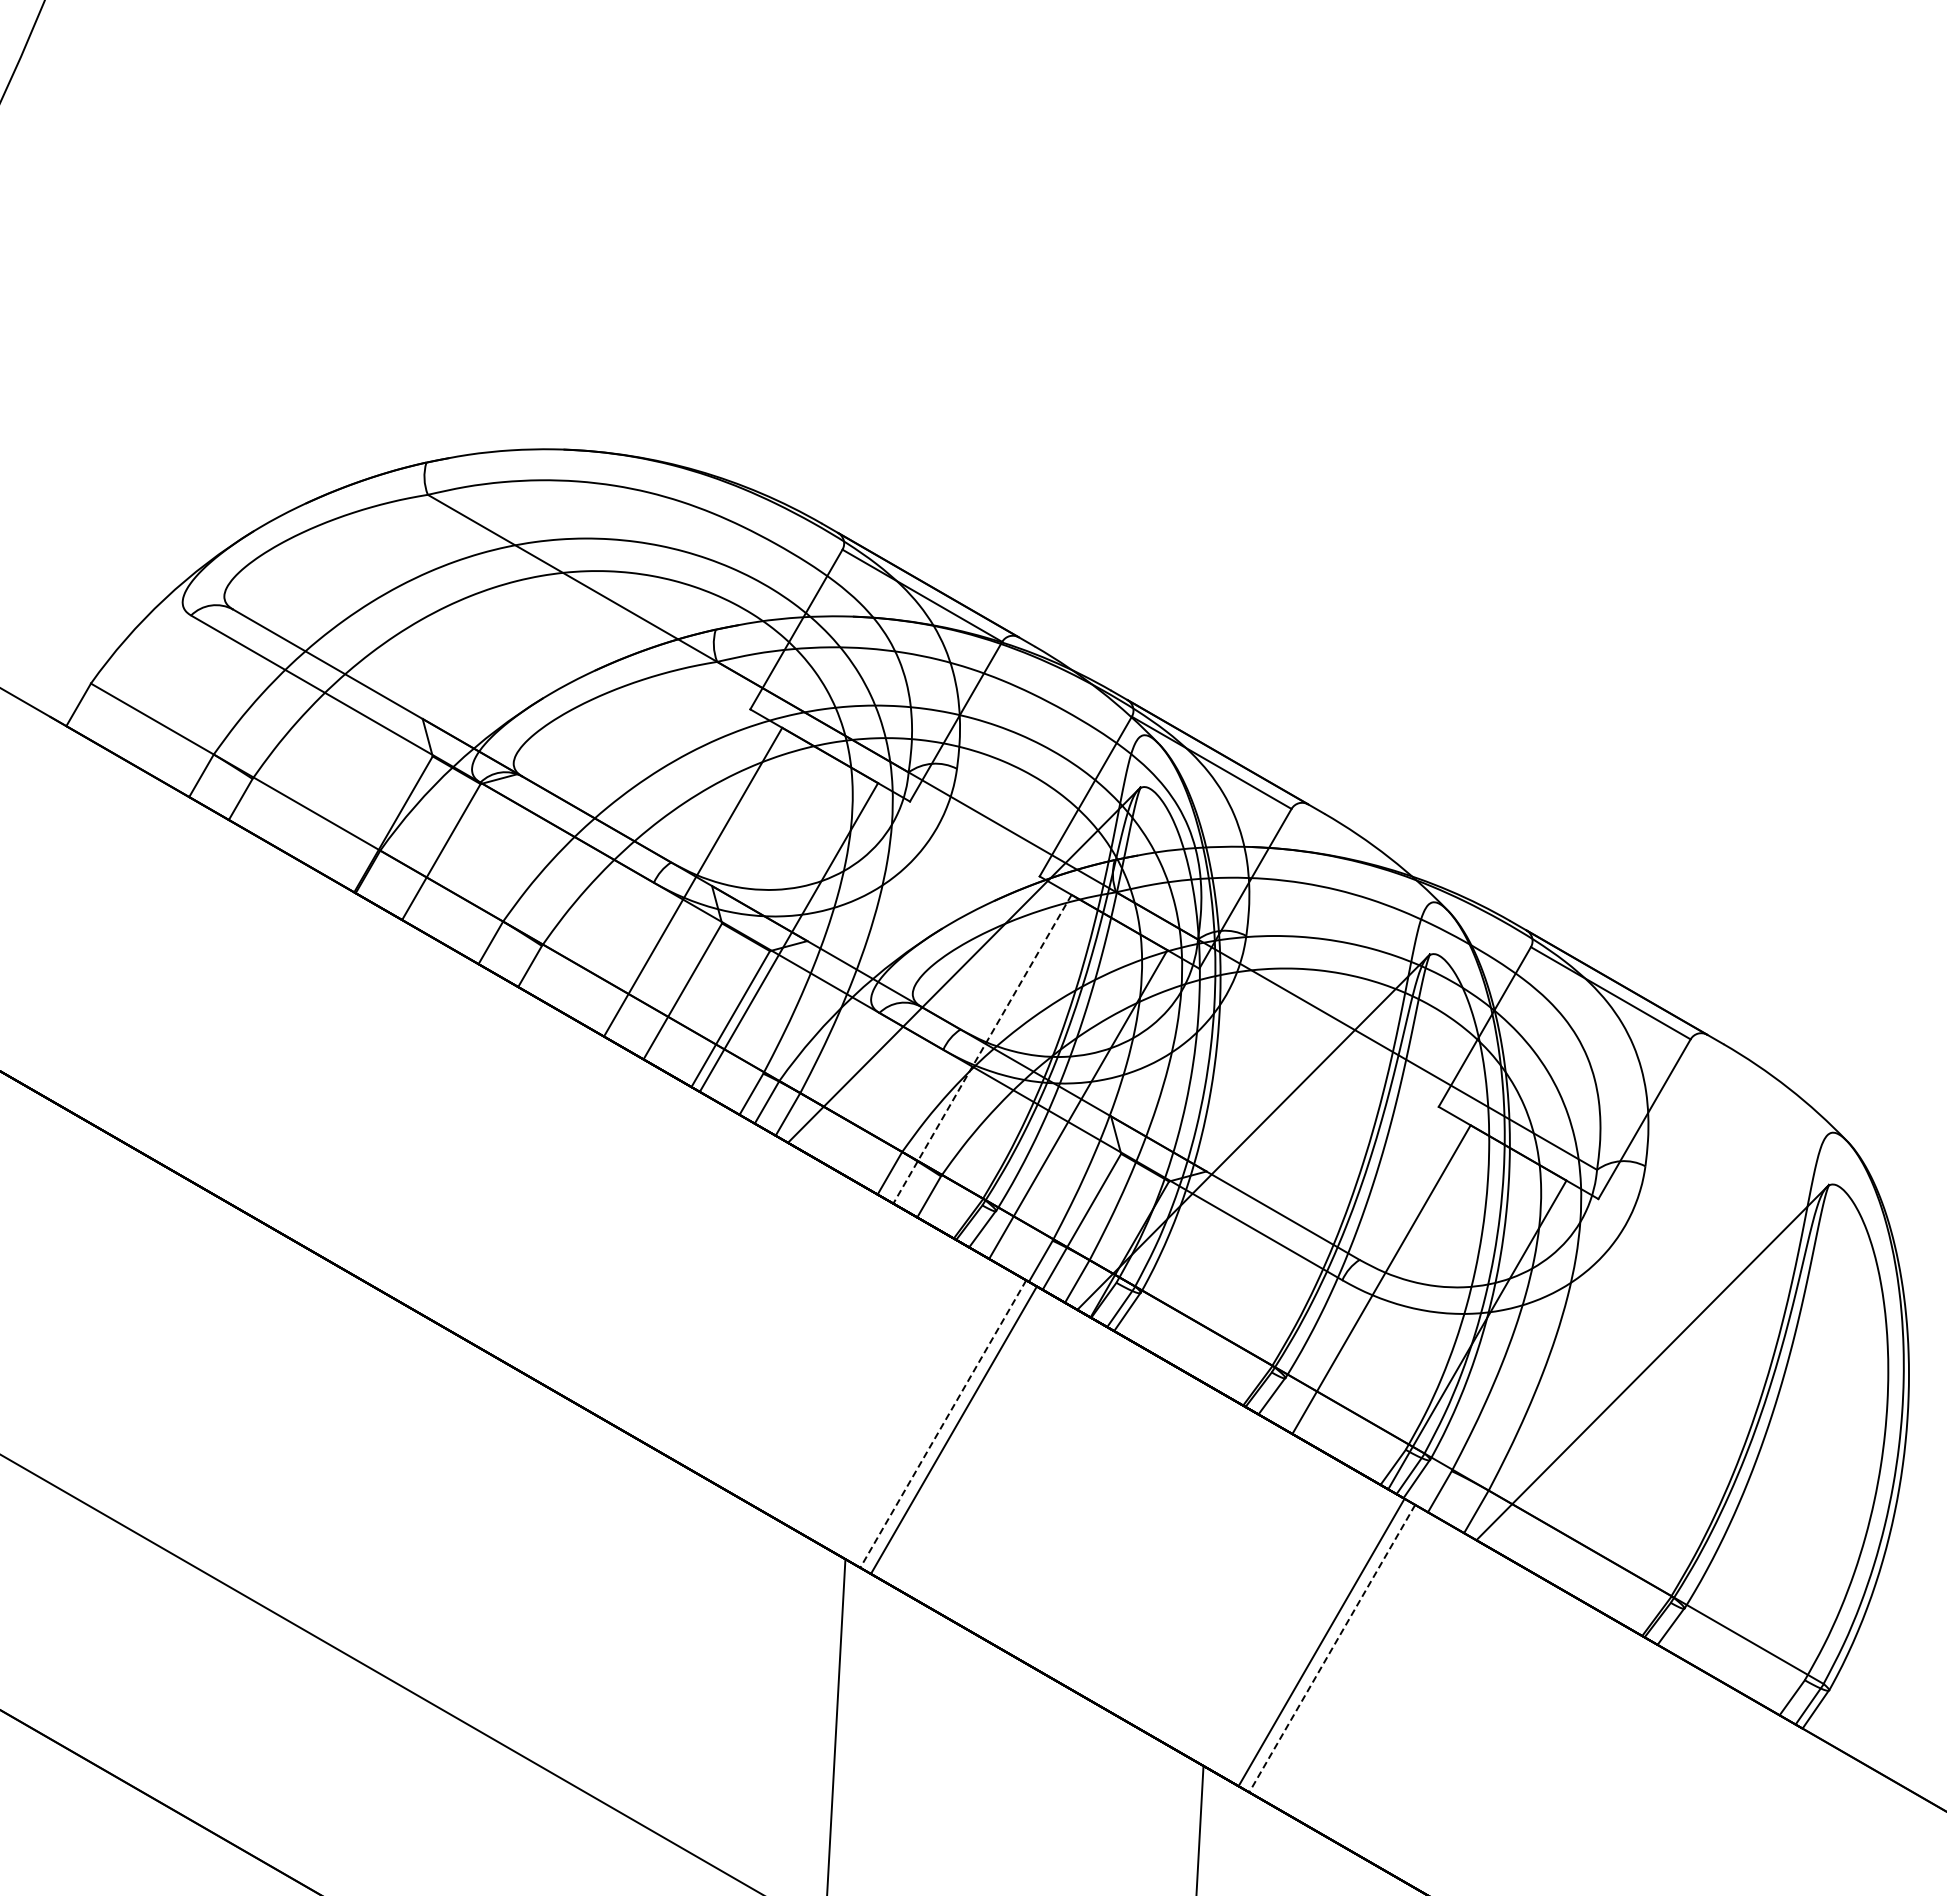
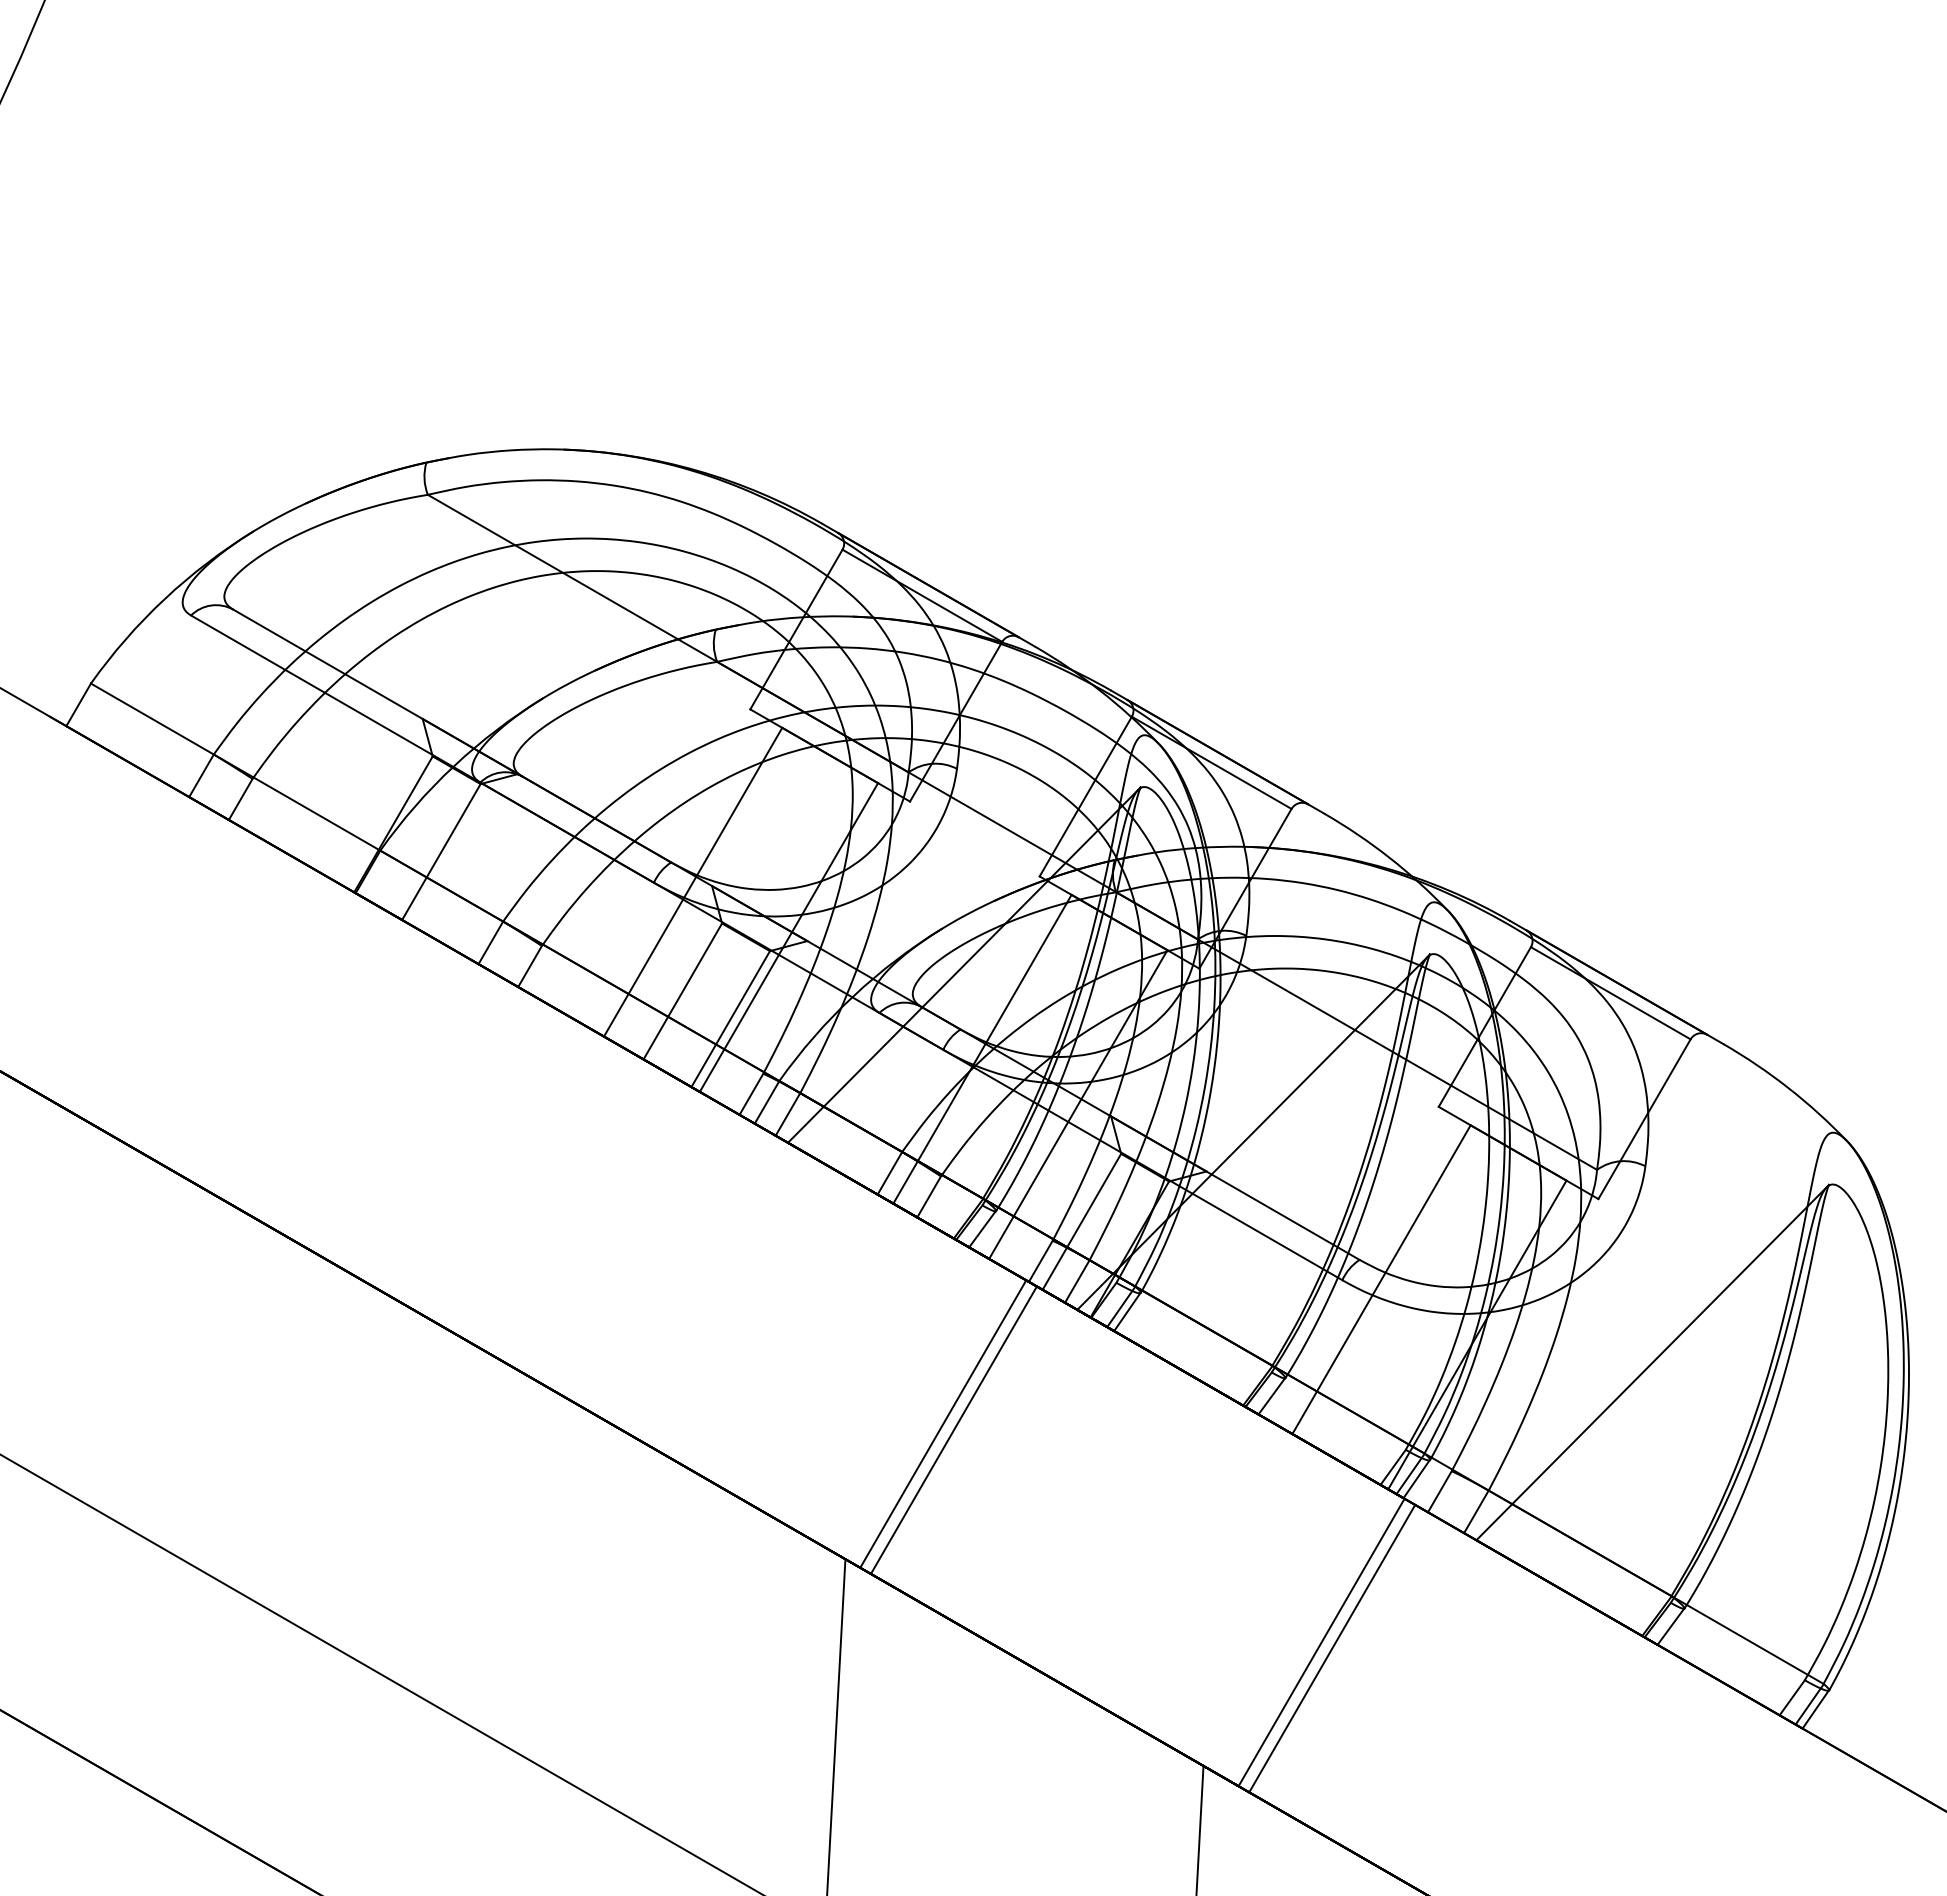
line at (982, 1049): dashed -> solid
line at (943, 1424): dashed -> solid
line at (1332, 1648): dashed -> solid
